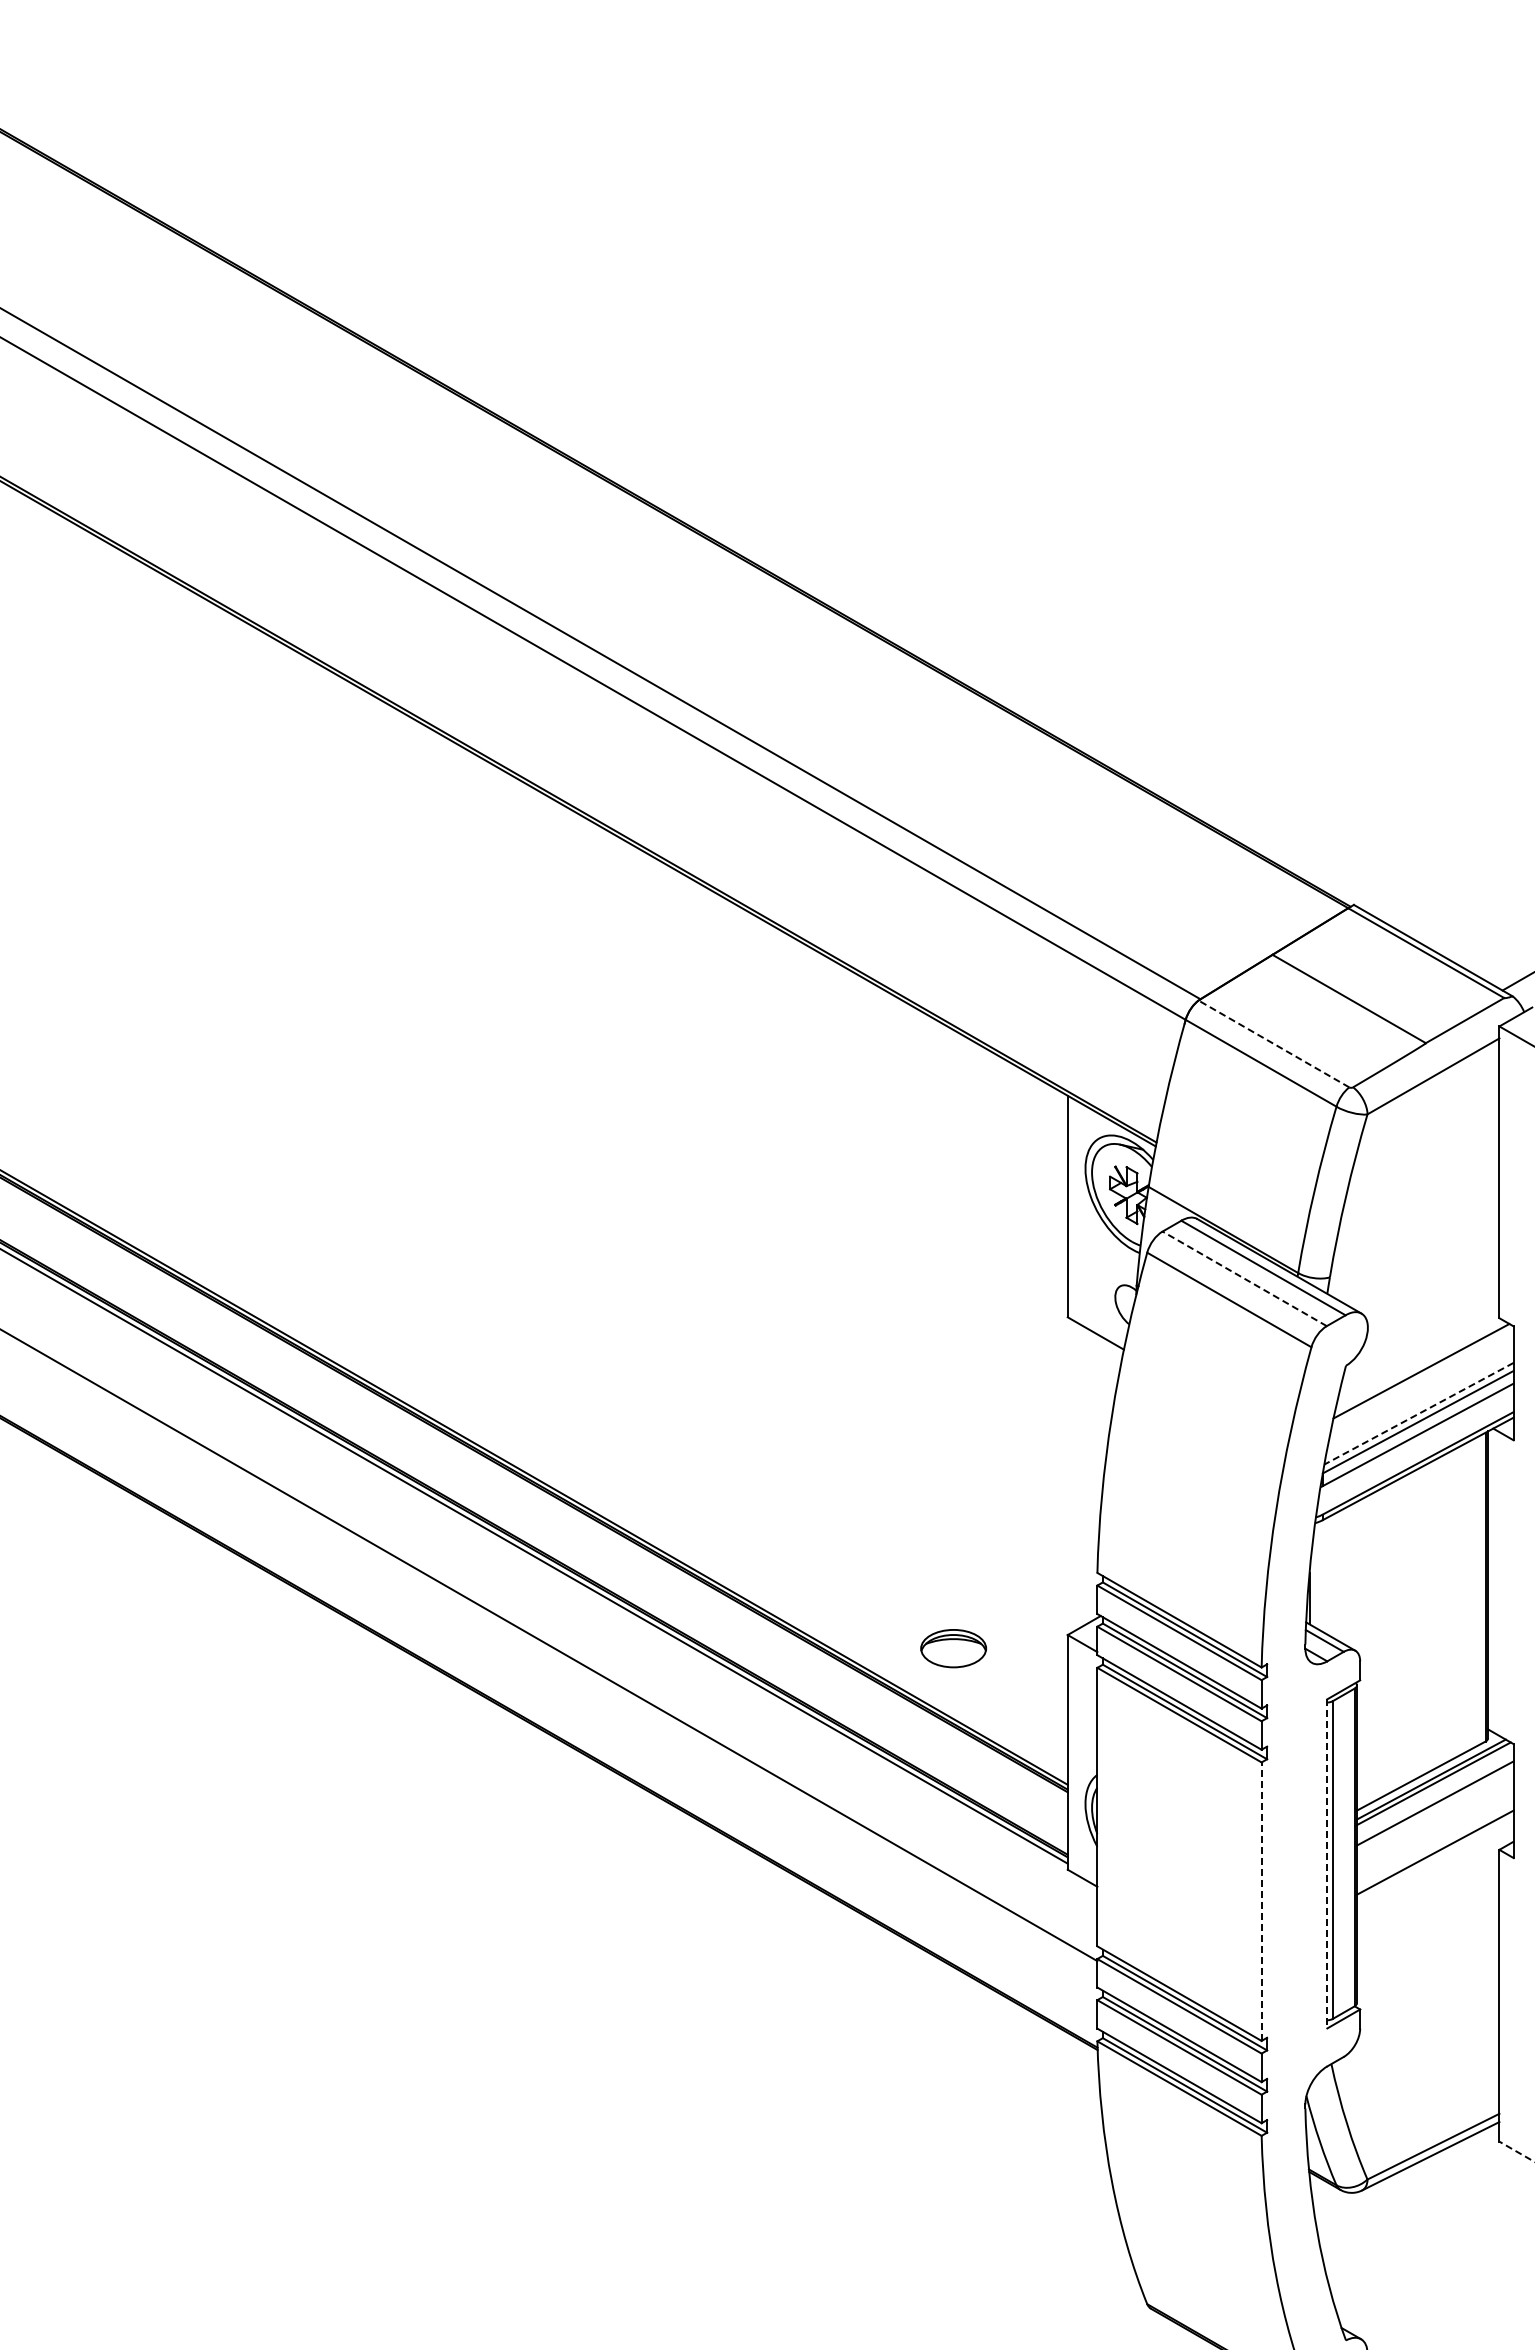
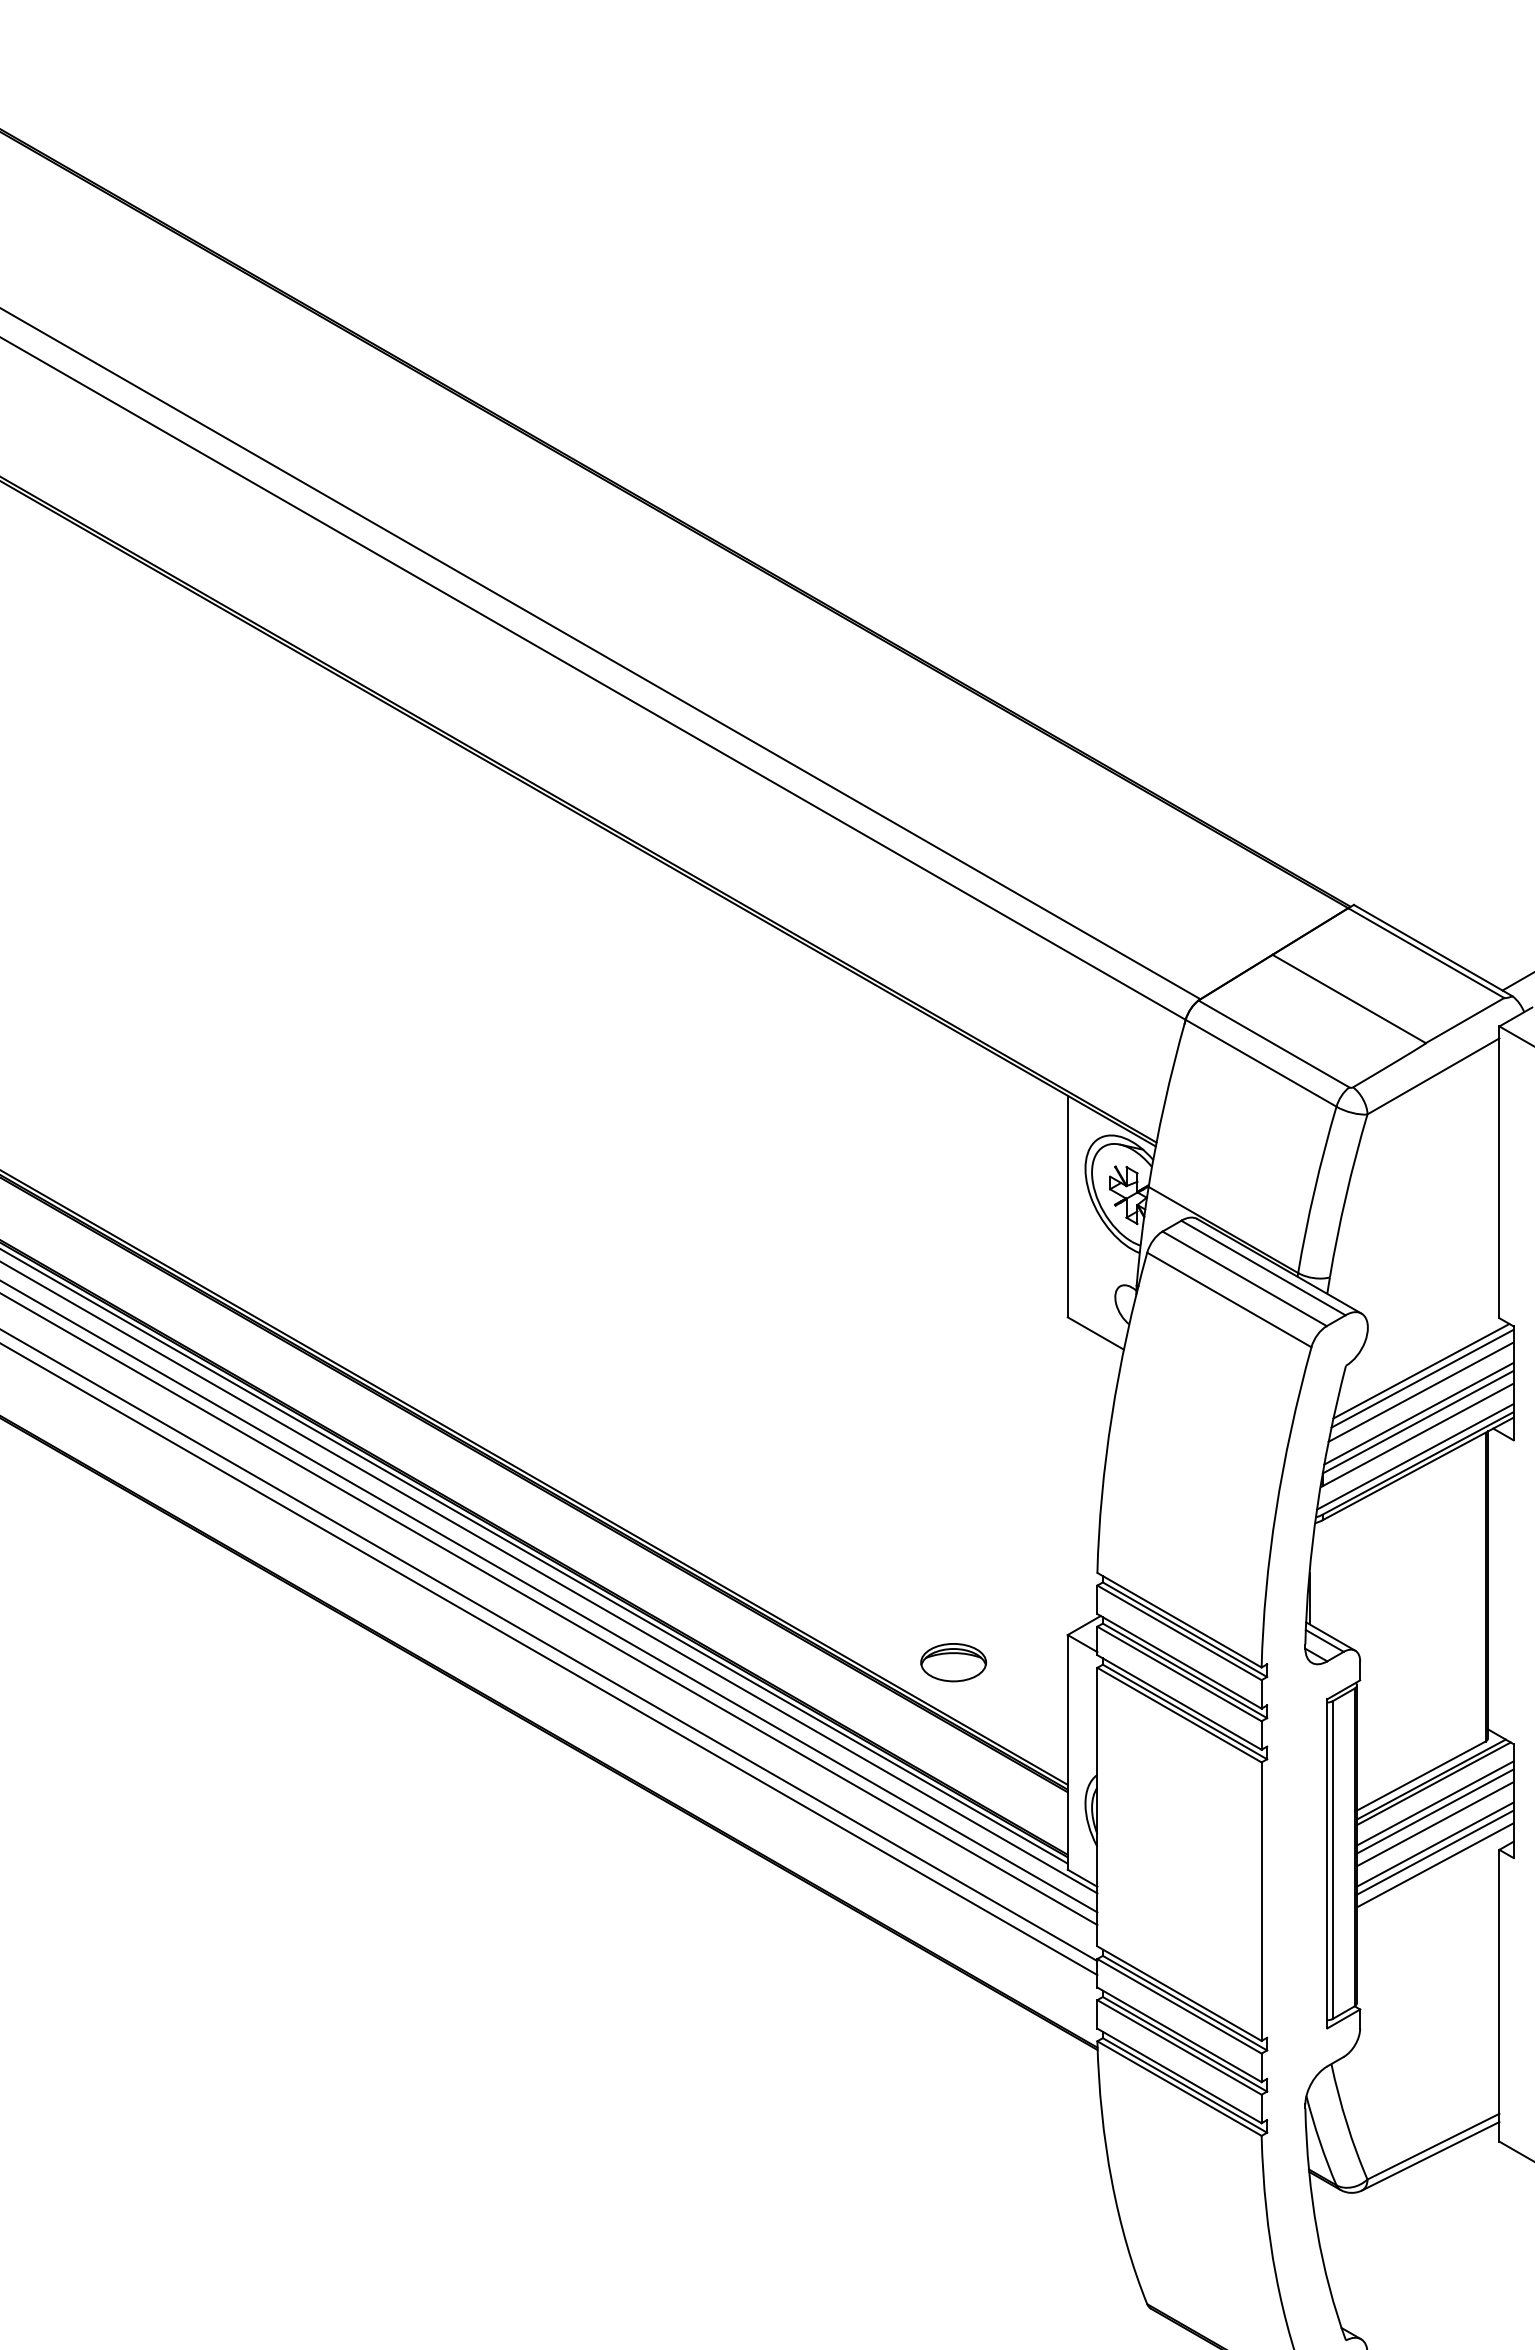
line at (1273, 1043): dashed -> solid
line at (1244, 1278): dashed -> solid
line at (1422, 1378): none -> present
line at (1420, 1391): none -> present
line at (1418, 1413): dashed -> solid
line at (1414, 1456): none -> present
line at (549, 1578): none -> present
line at (549, 1597): none -> present
line at (549, 1609): none -> present
part at (953, 1648) position: (953, 1648) -> (953, 1662)
line at (549, 1659): none -> present
line at (1434, 1811): none -> present
line at (1434, 1824): none -> present
line at (1434, 1844): none -> present
line at (1327, 1863): dashed -> solid
line at (1434, 1865): none -> present
line at (1261, 1901): dashed -> solid
line at (1516, 2151): dashed -> solid
